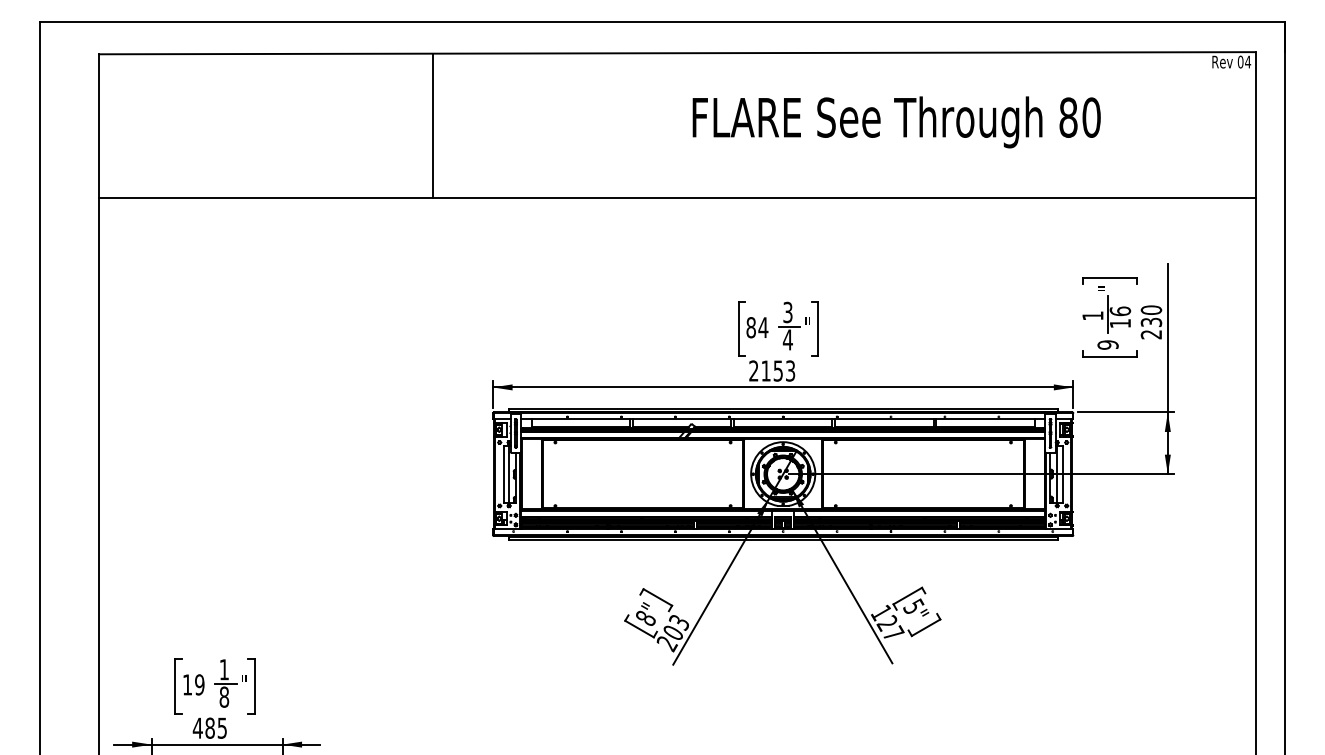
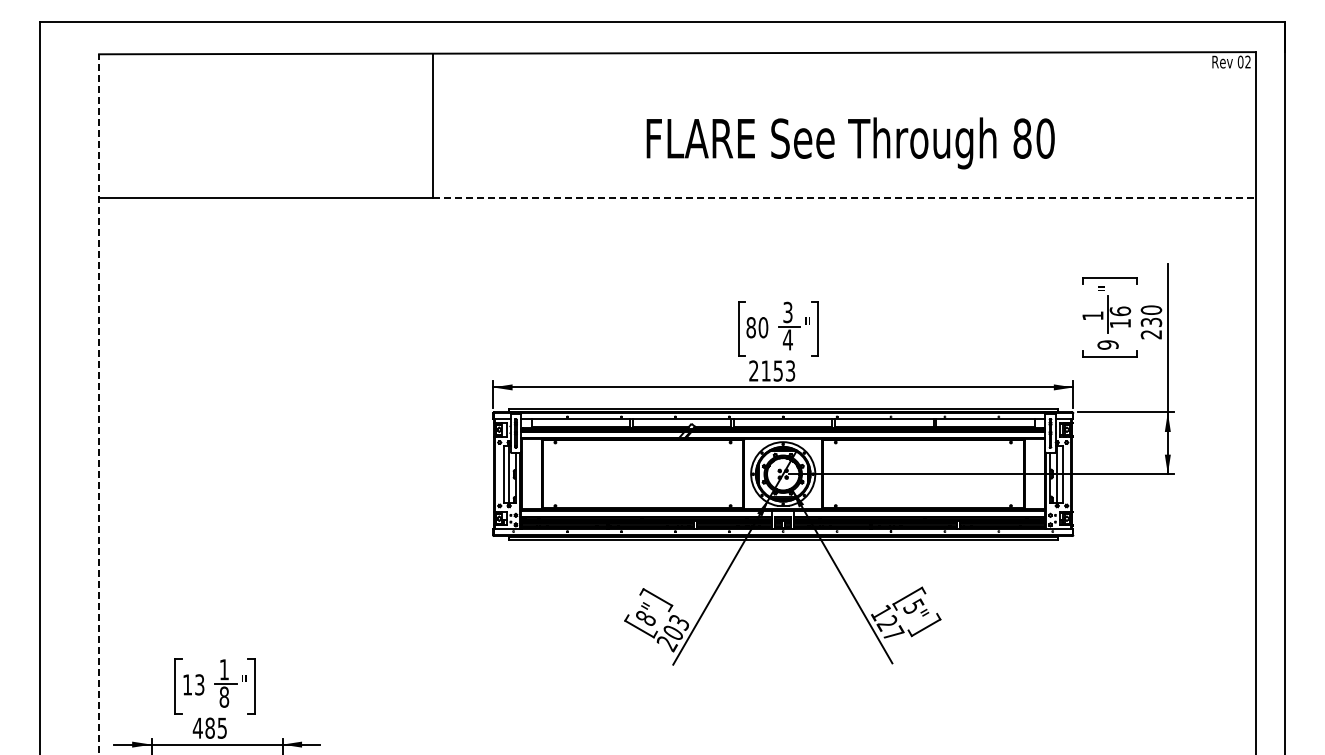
text at (1248, 61): 04 -> 02
text at (896, 122) position: (896, 122) -> (850, 143)
line at (844, 197): solid -> dashed
text at (763, 327): 84 -> 80
line at (99, 404): solid -> dashed
text at (199, 684): 19 -> 13
